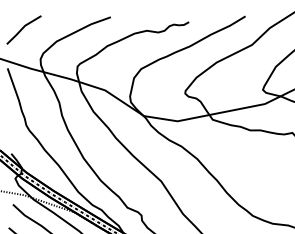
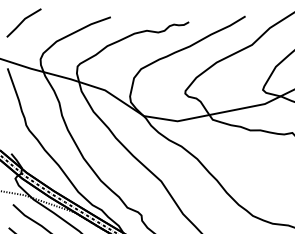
line at (23, 28) position: (23, 28) -> (23, 21)
